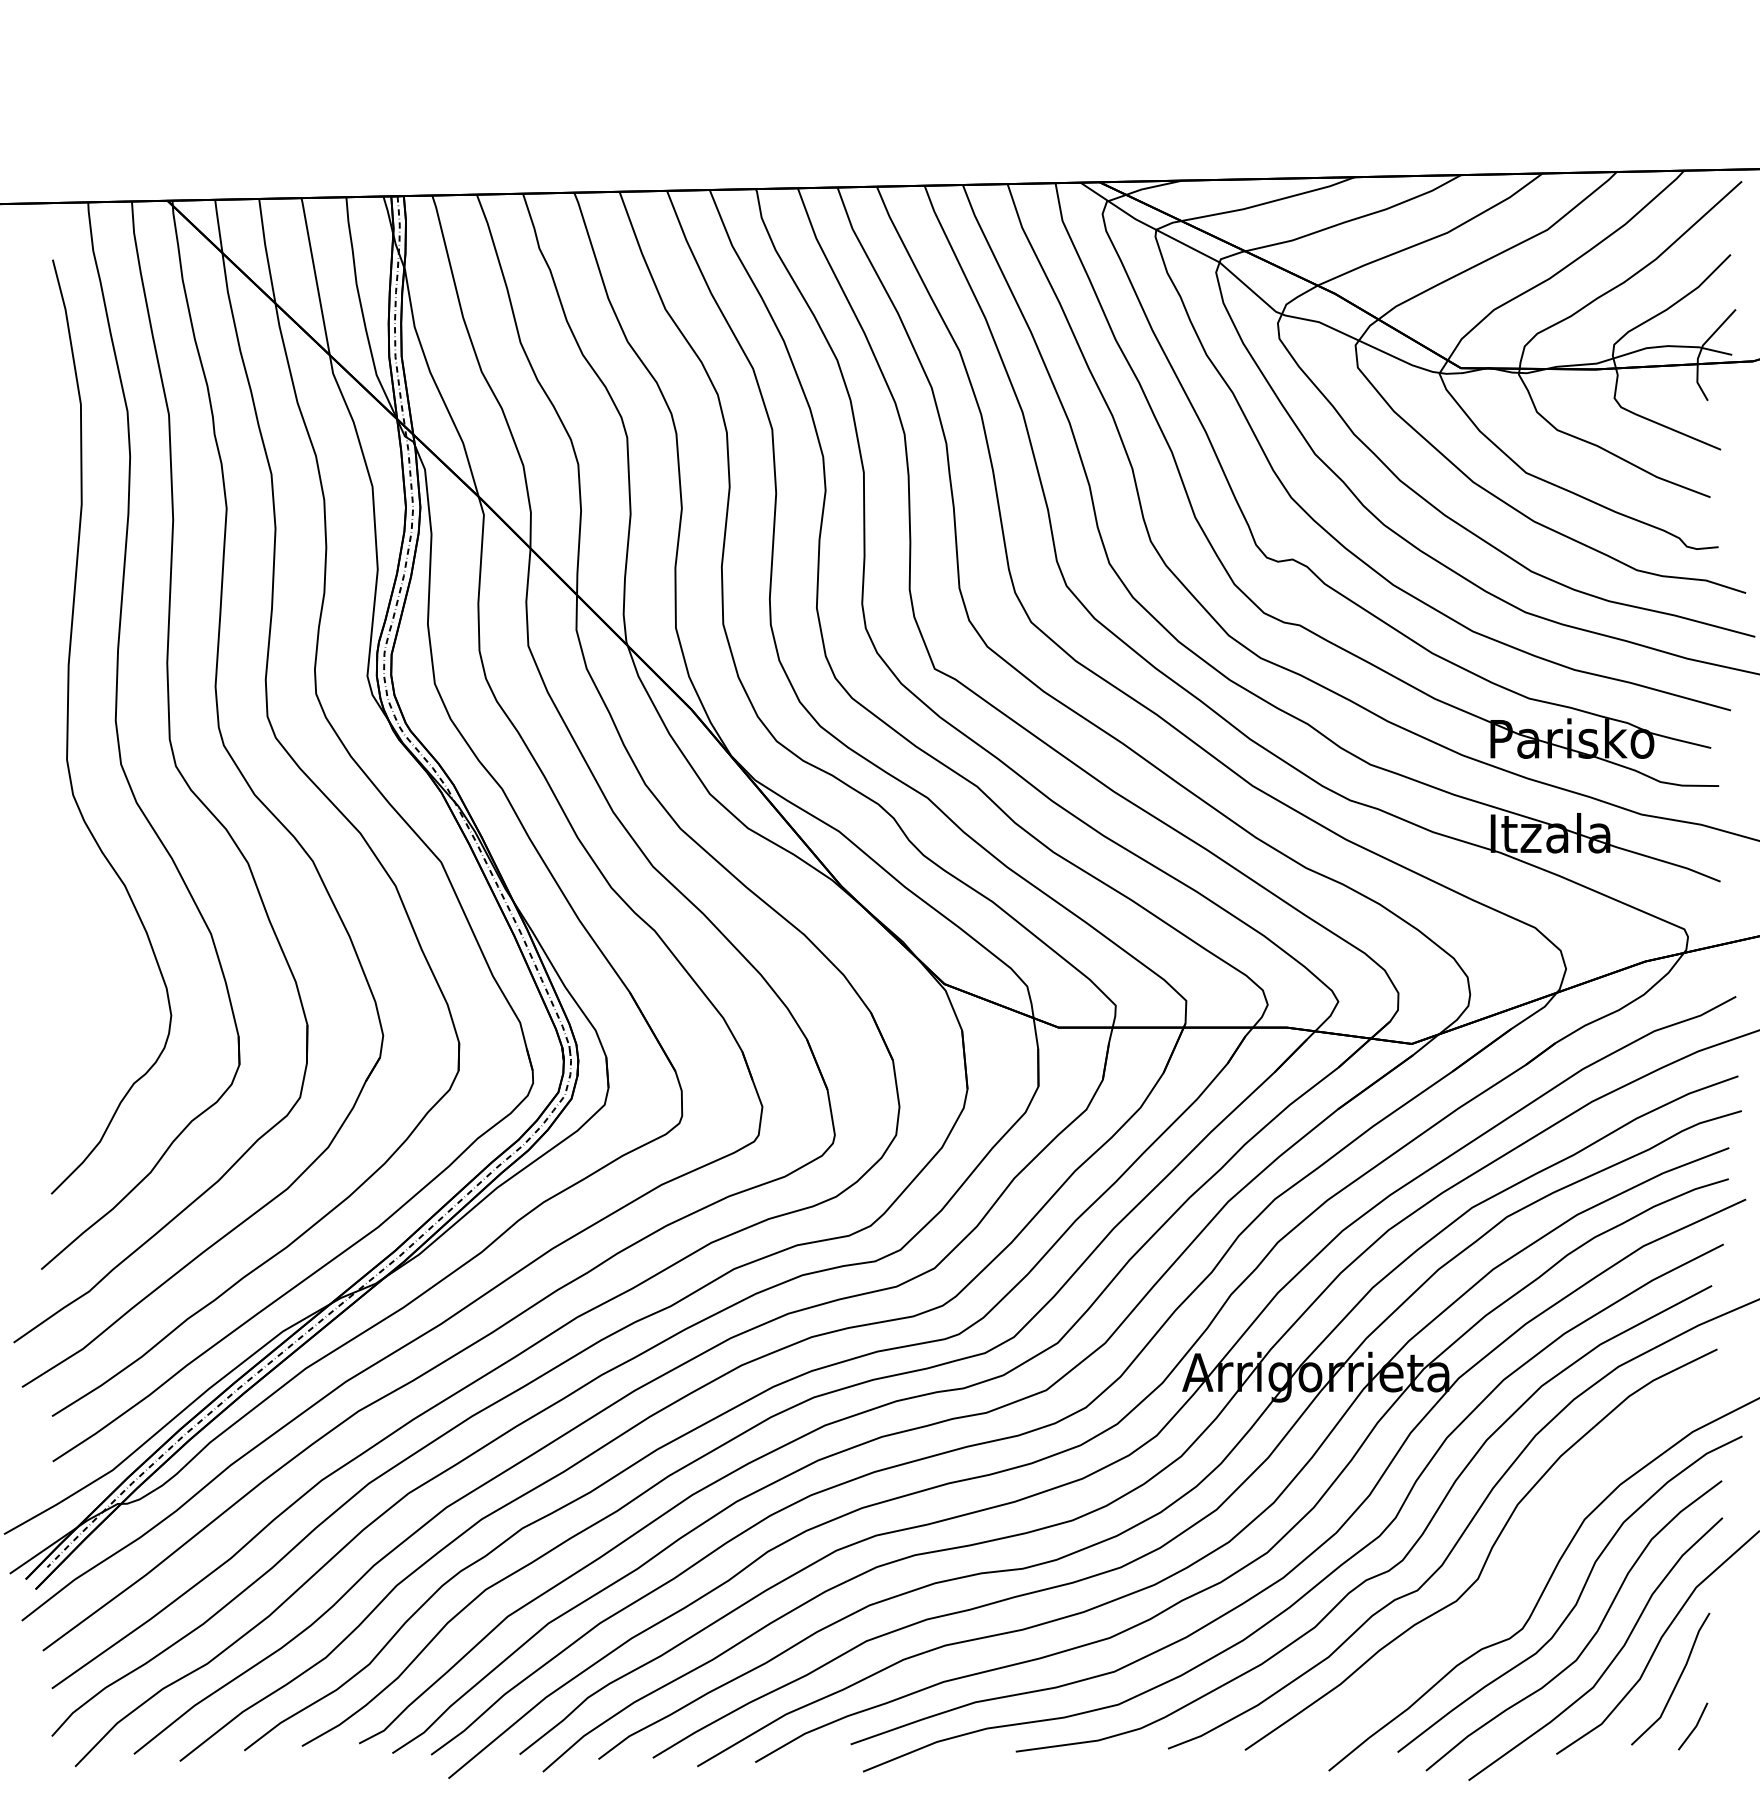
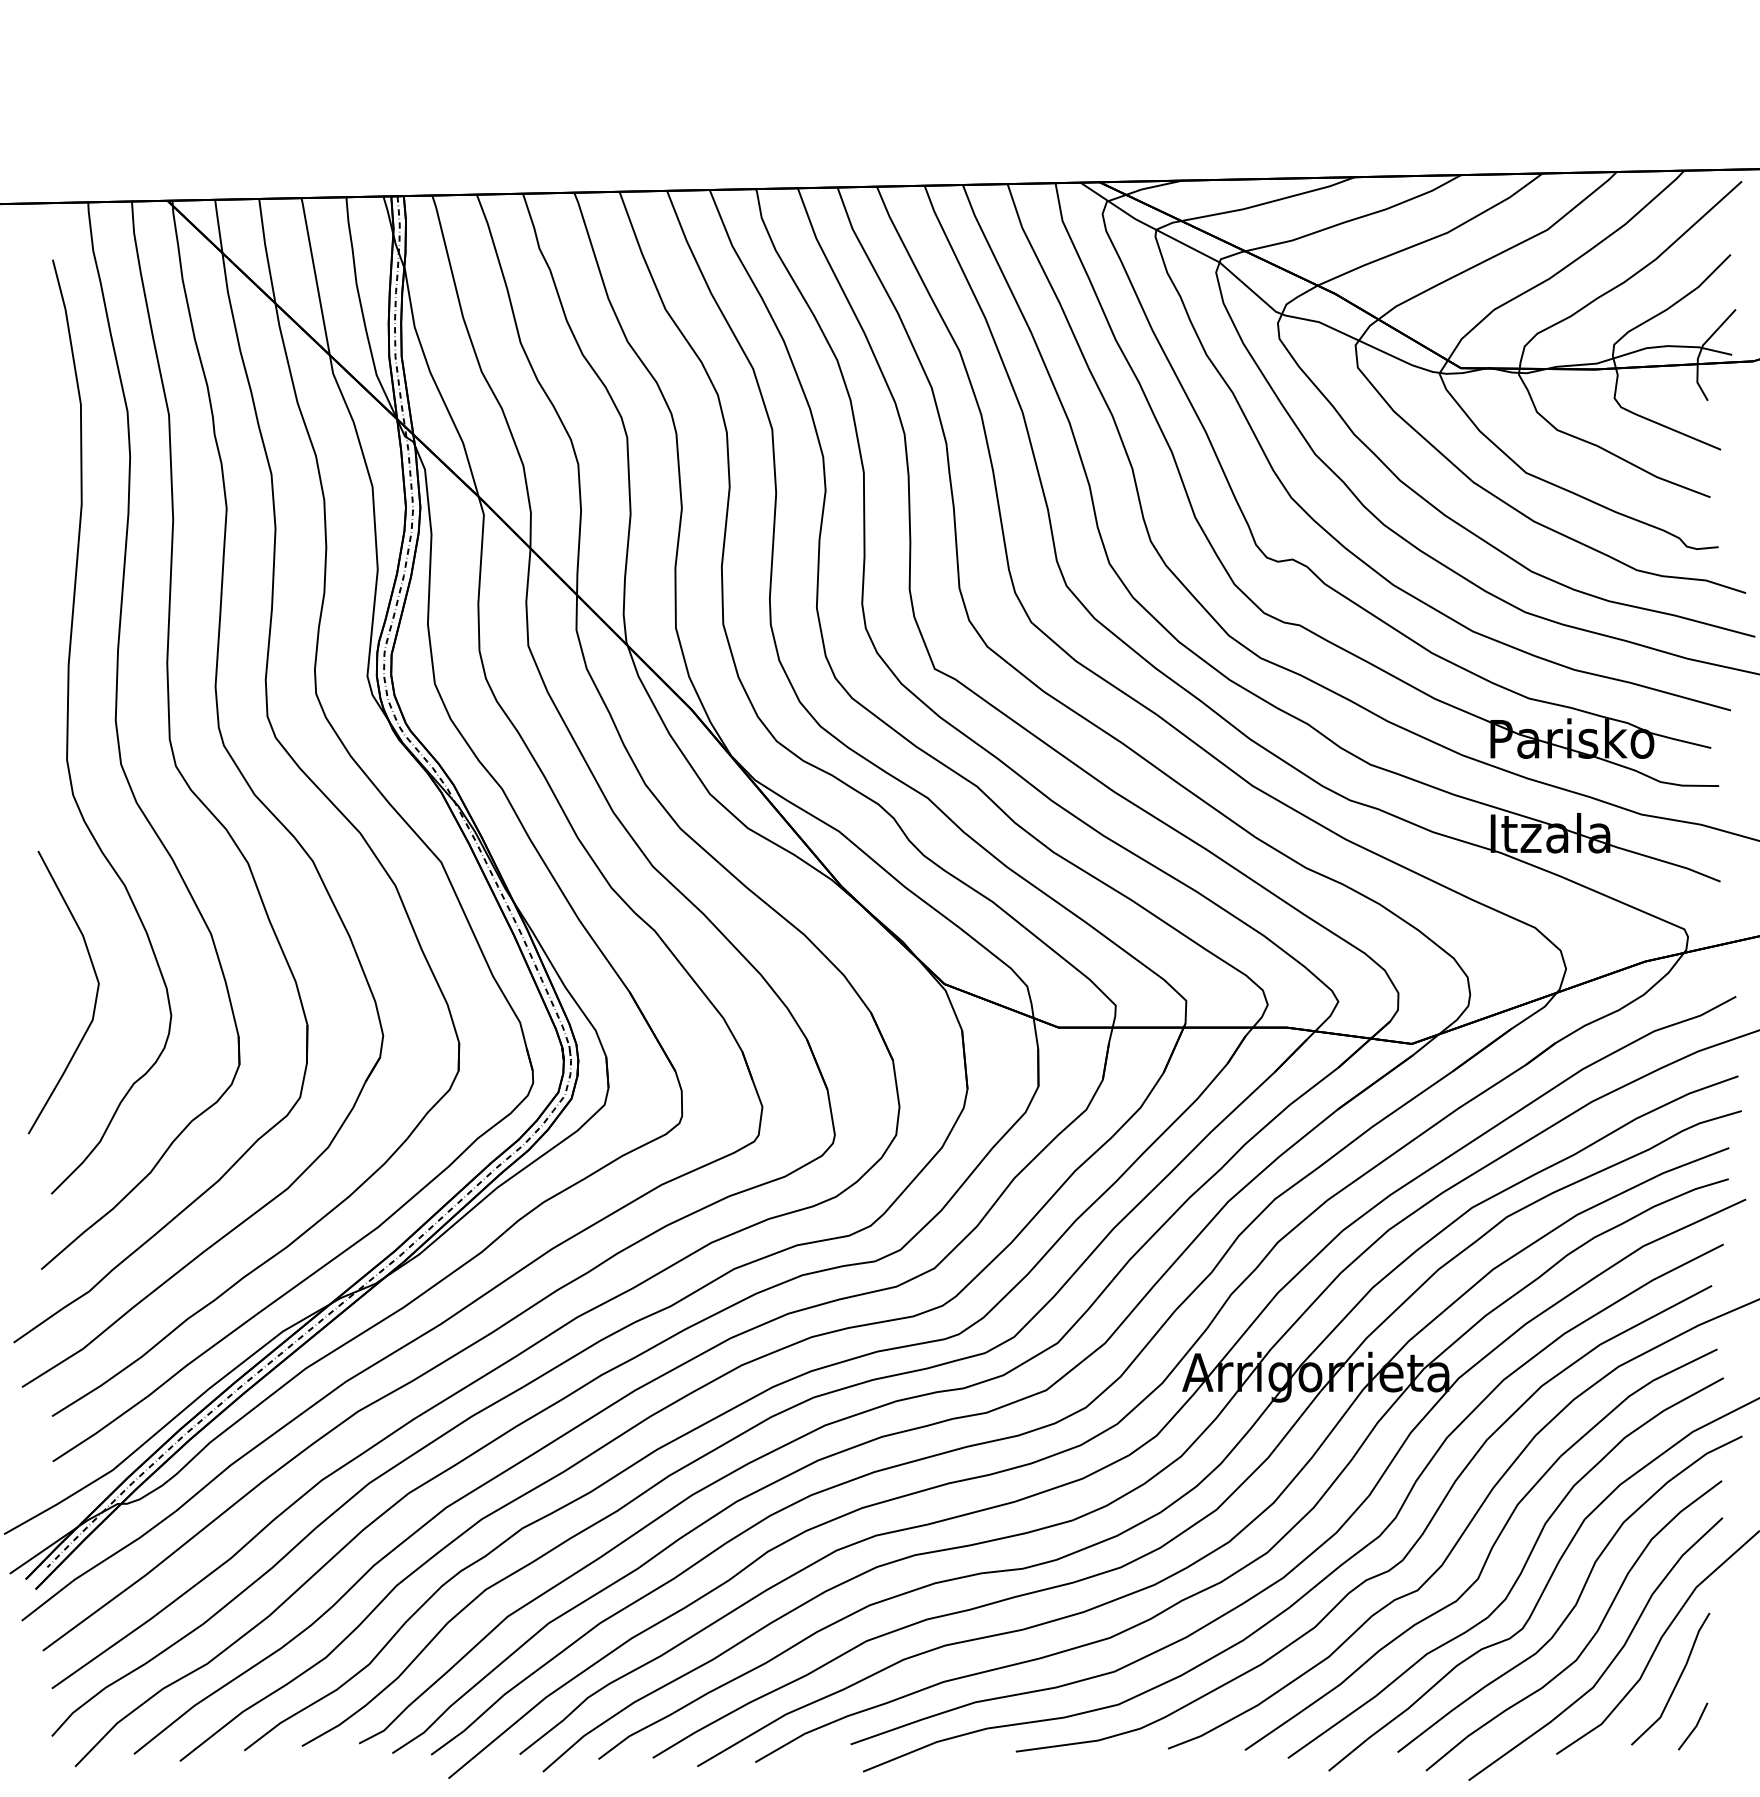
curve at (95, 996): none -> present
curve at (1519, 1573): none -> present
